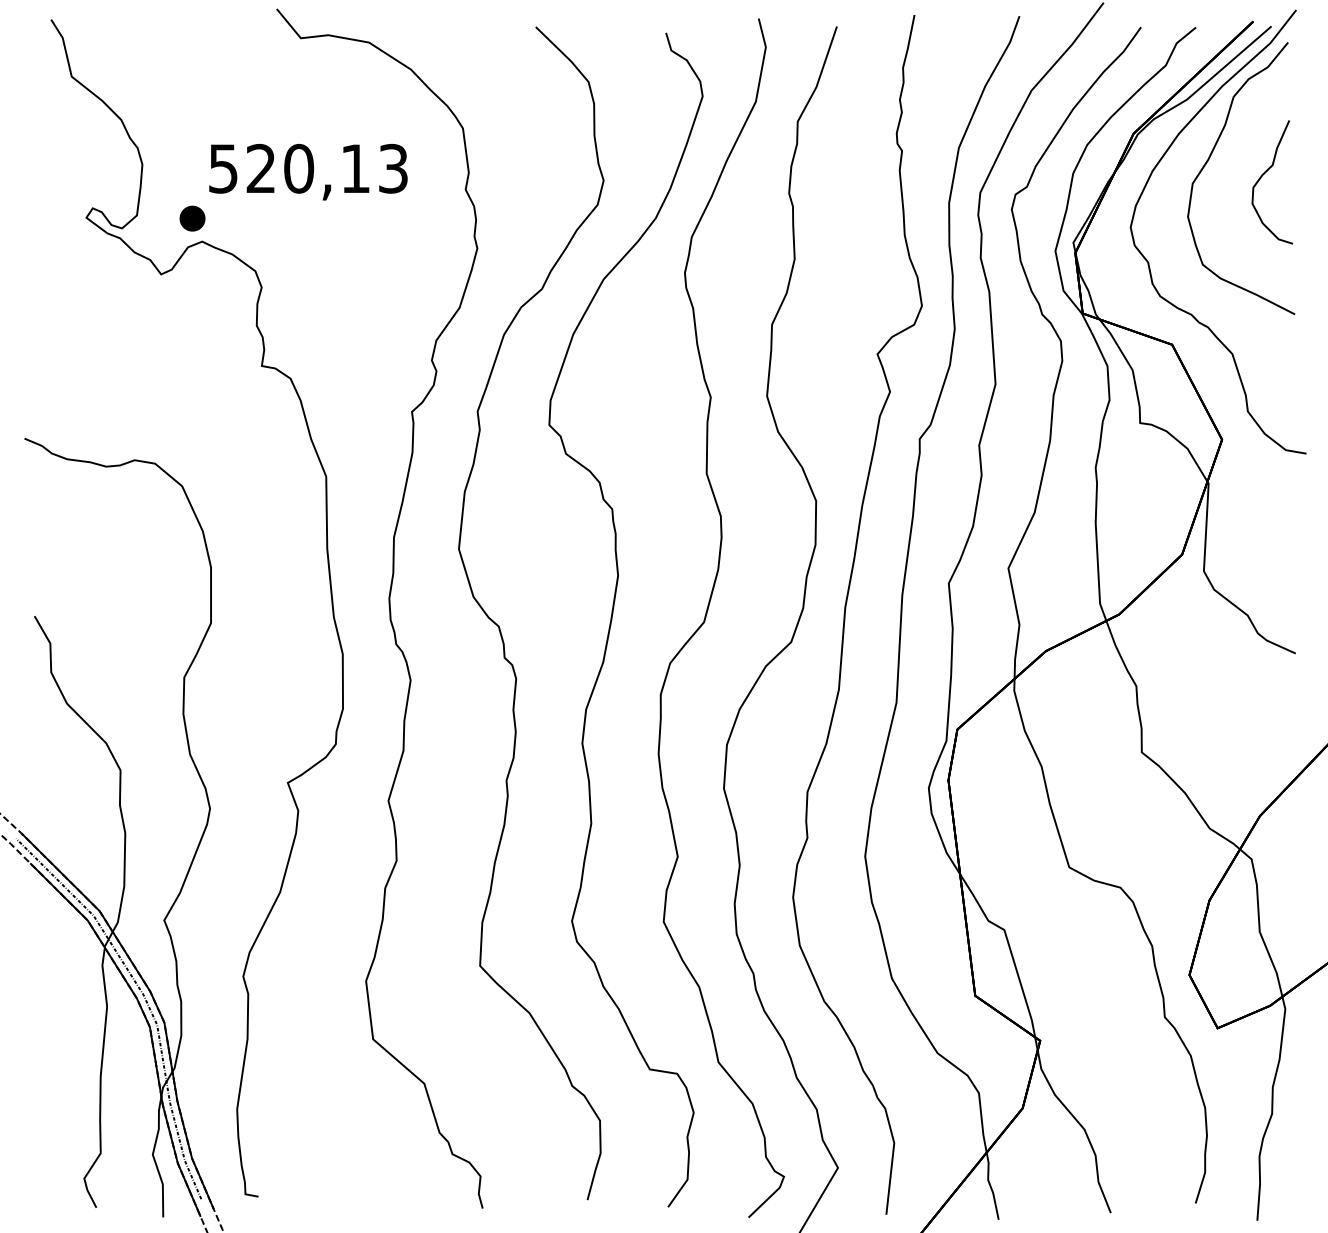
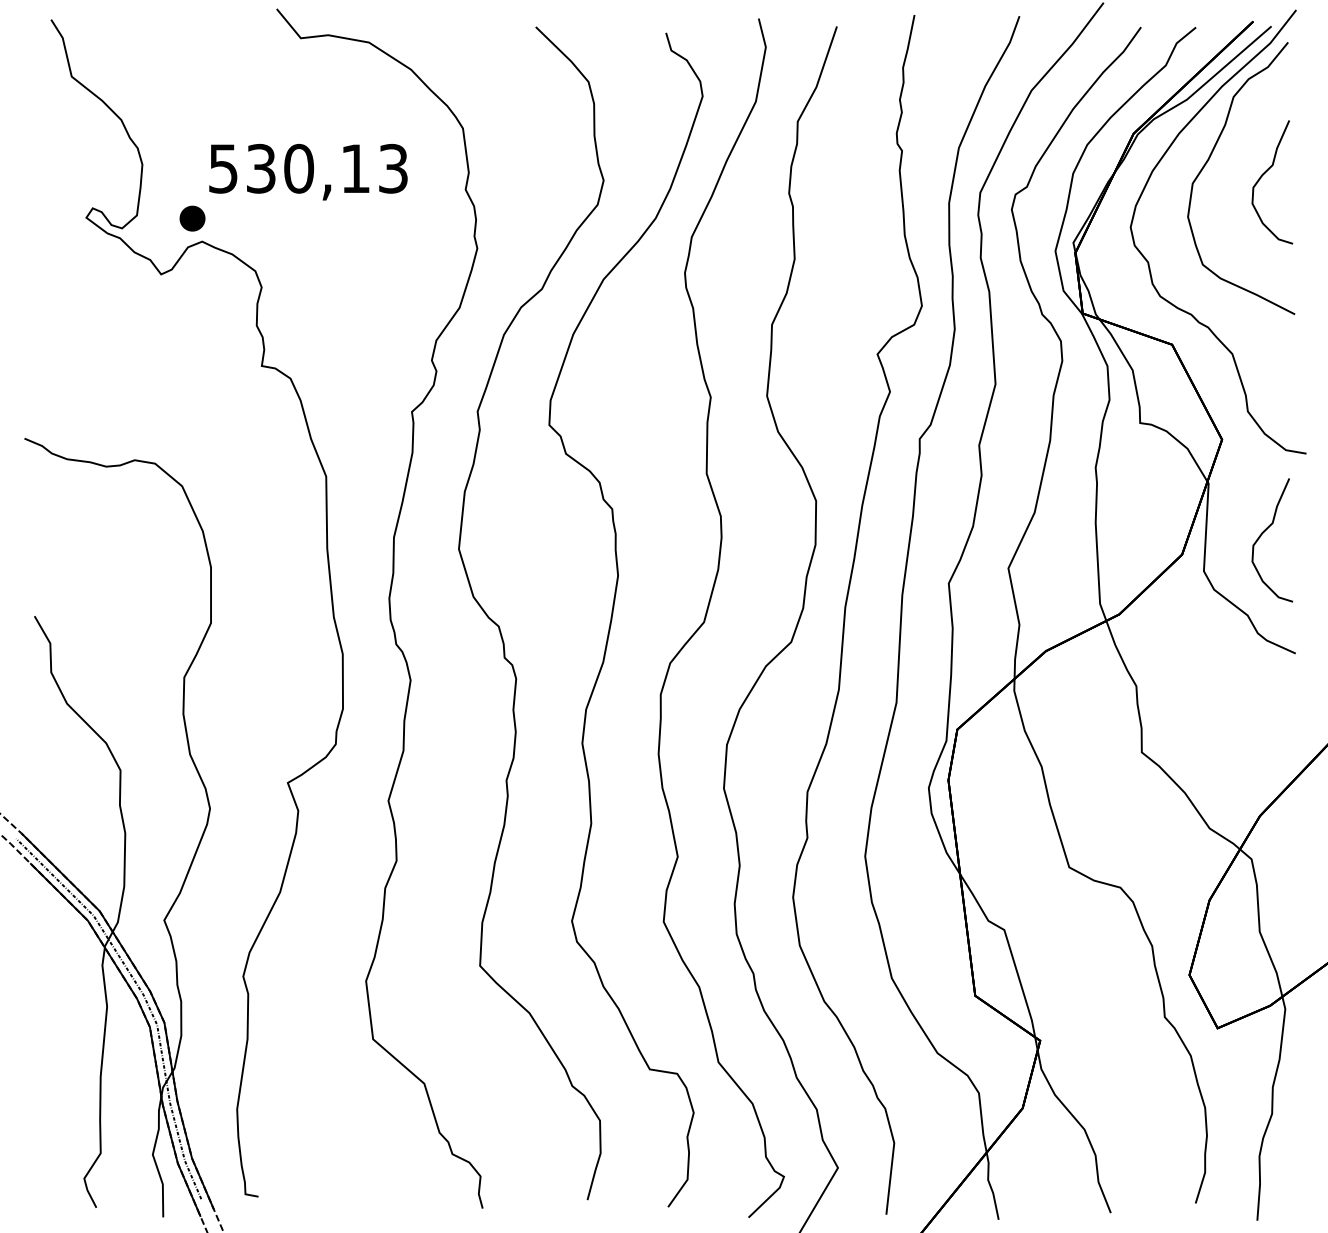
text at (260, 168): 520,13 -> 530,13
part at (1264, 532): none -> present
